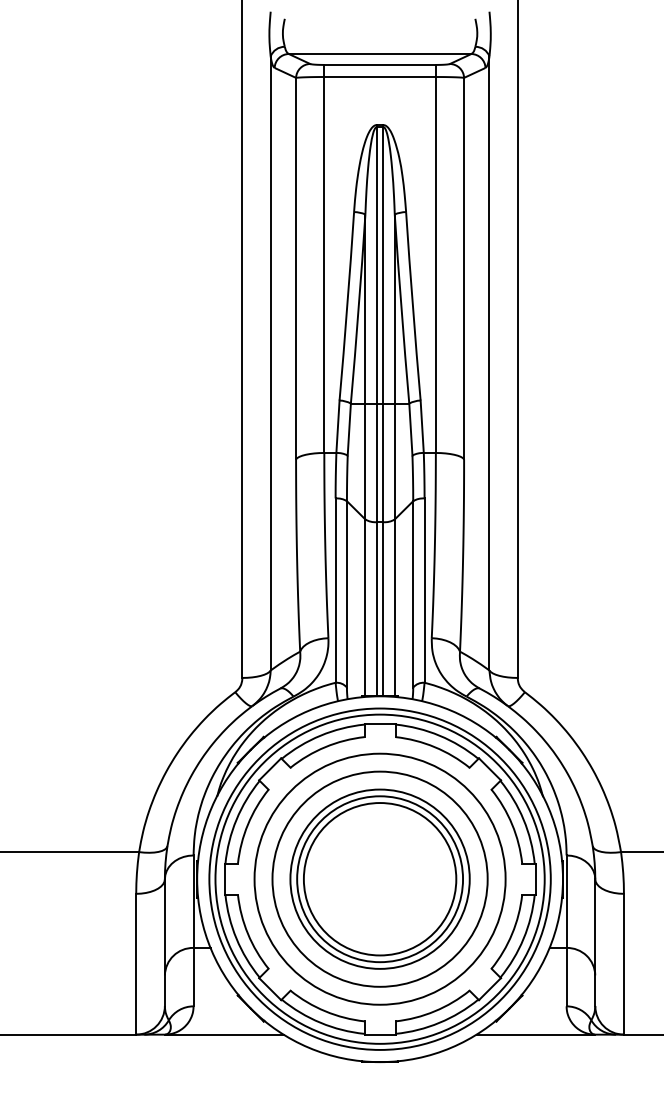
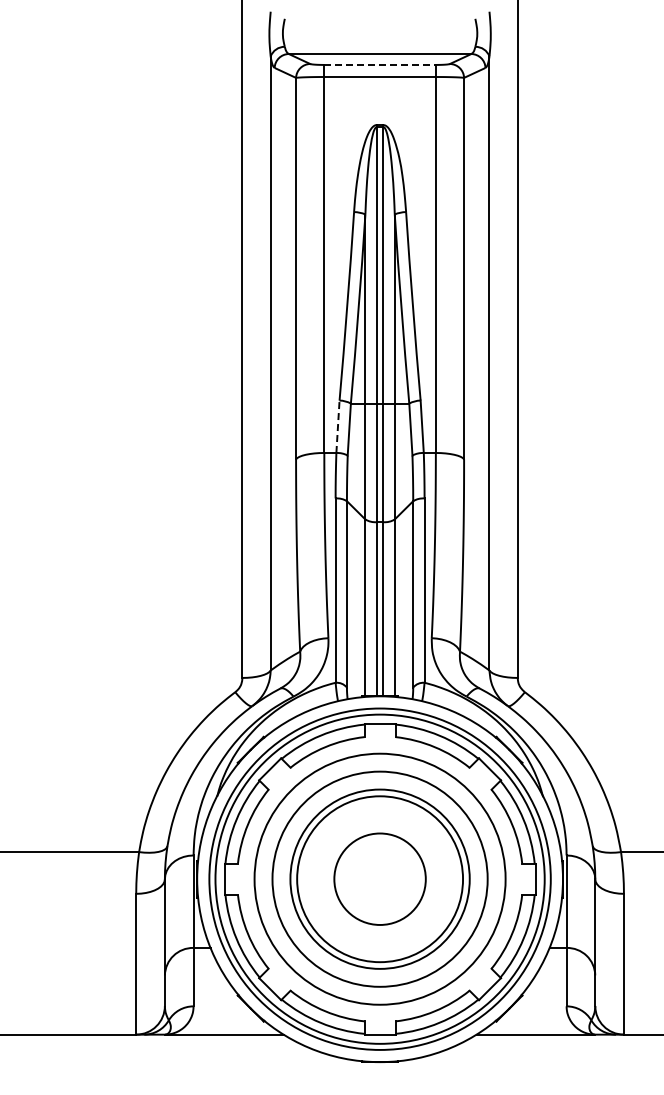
line at (380, 64): solid -> dashed
line at (338, 426): solid -> dashed
circle at (379, 879) diameter: 152 px -> 91 px
